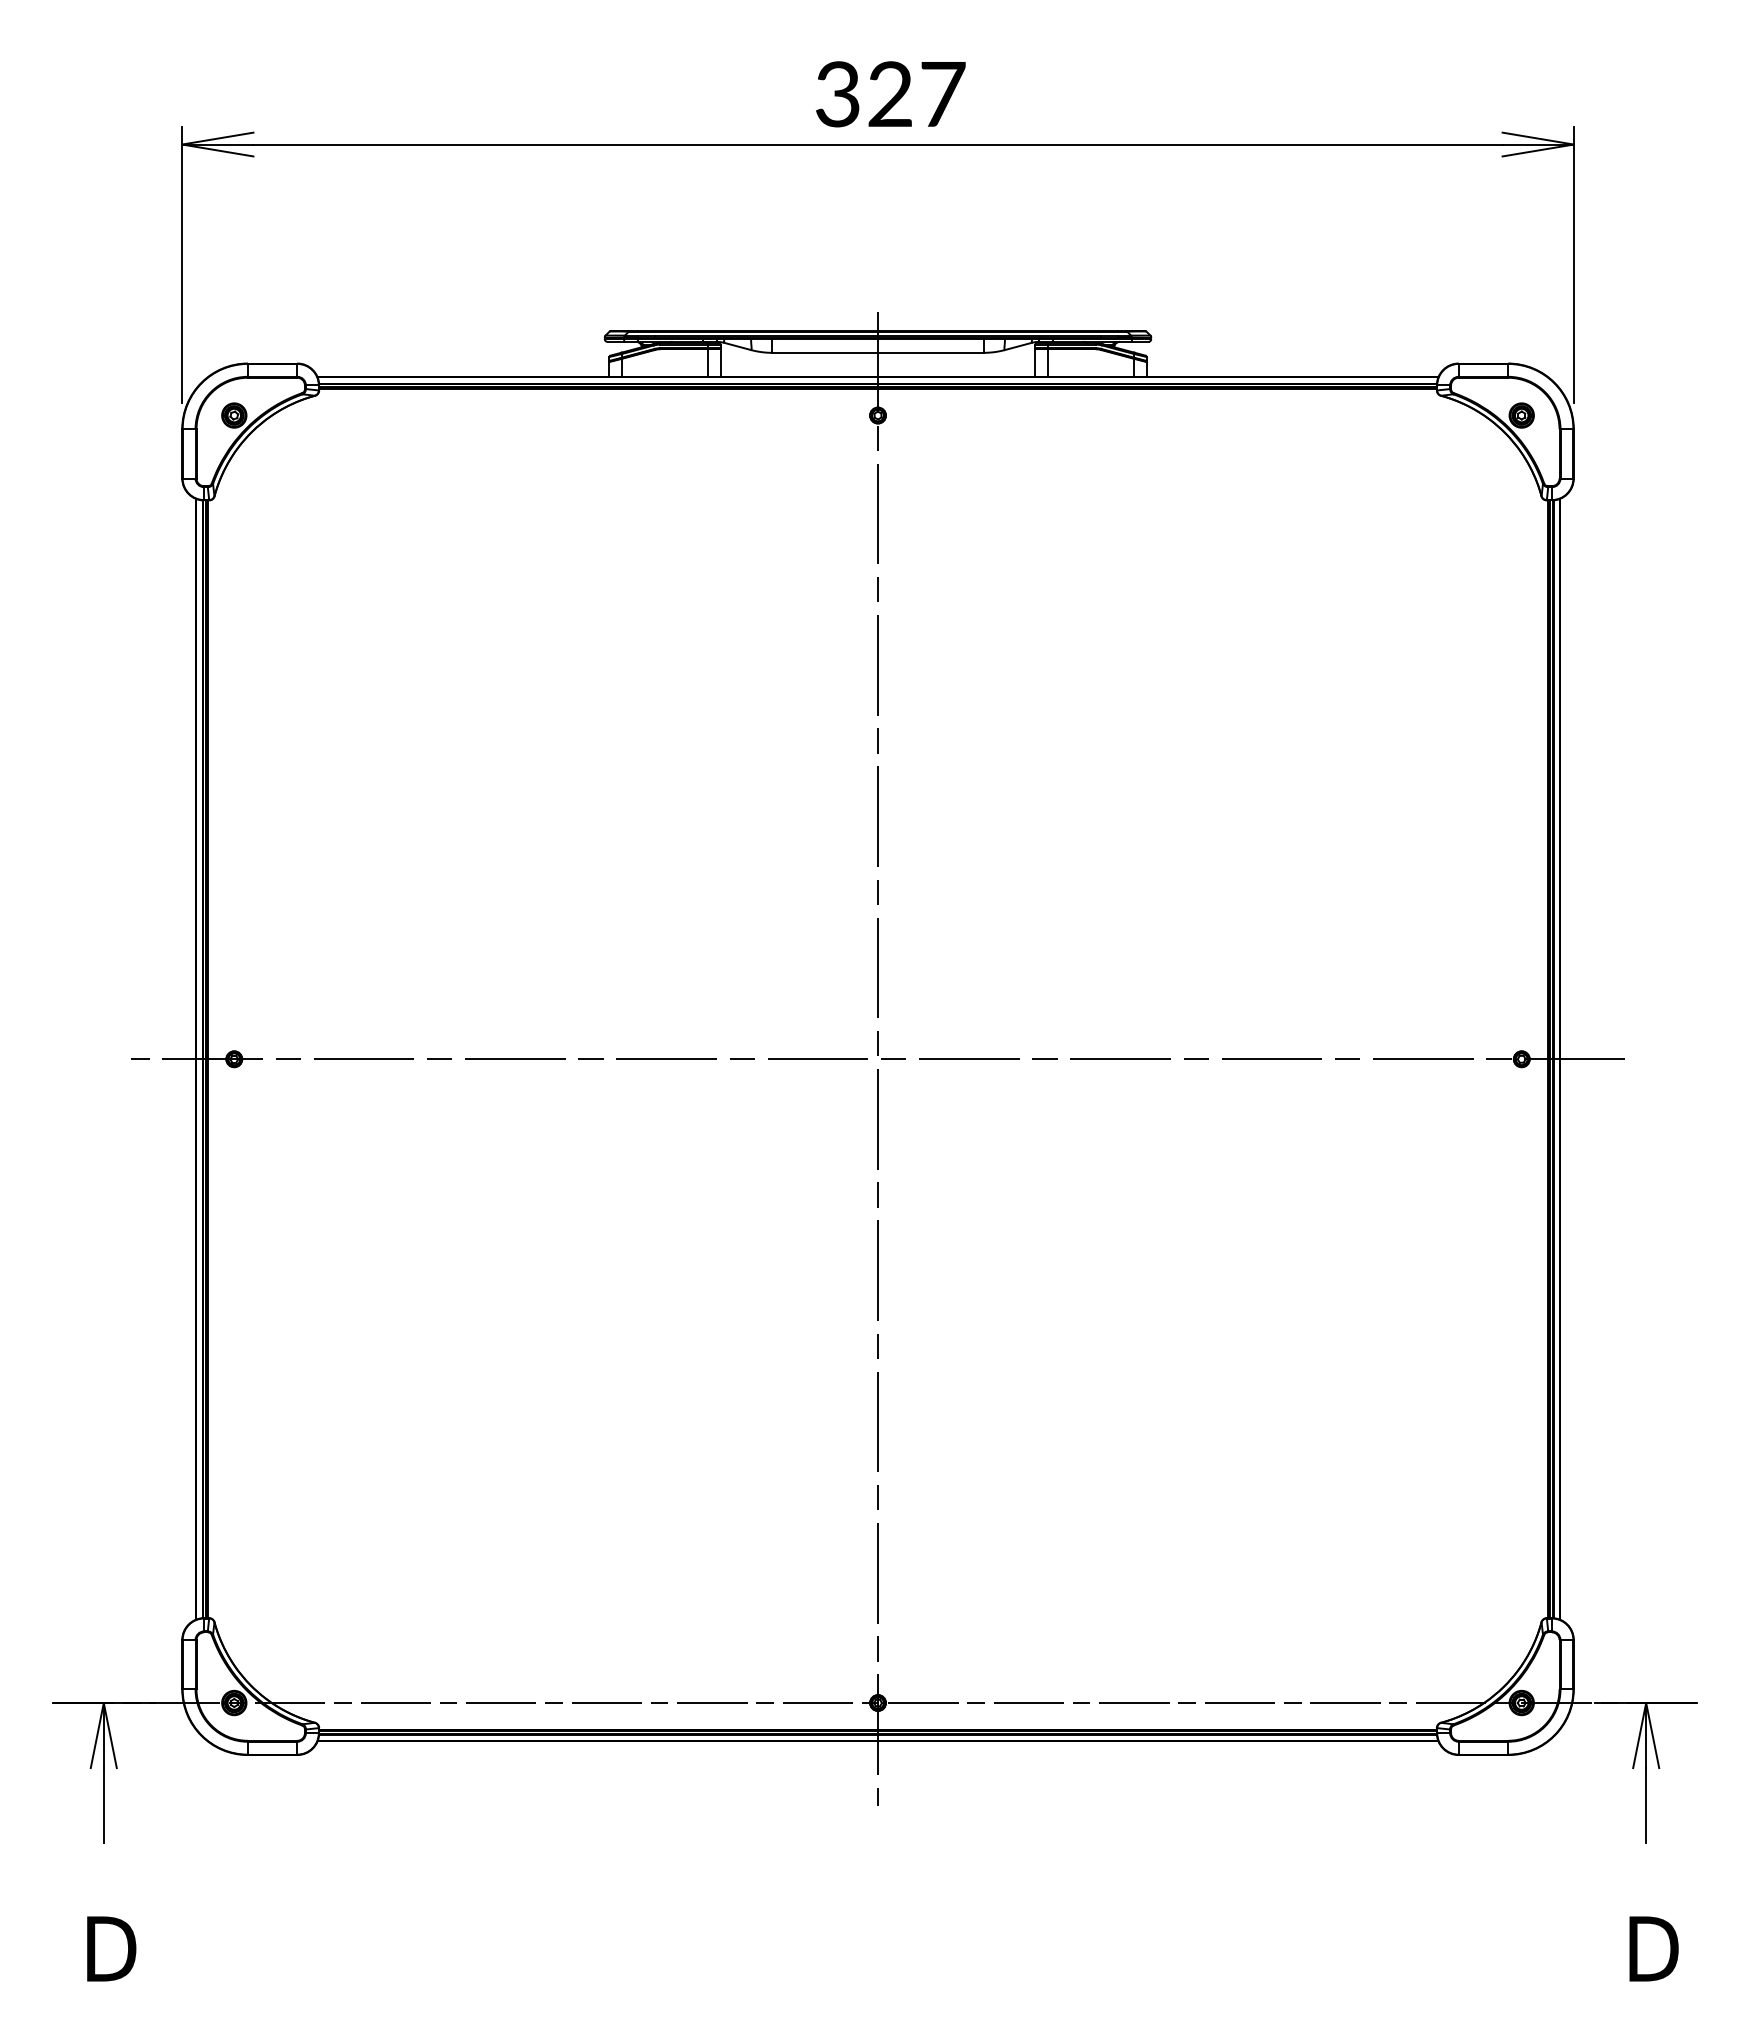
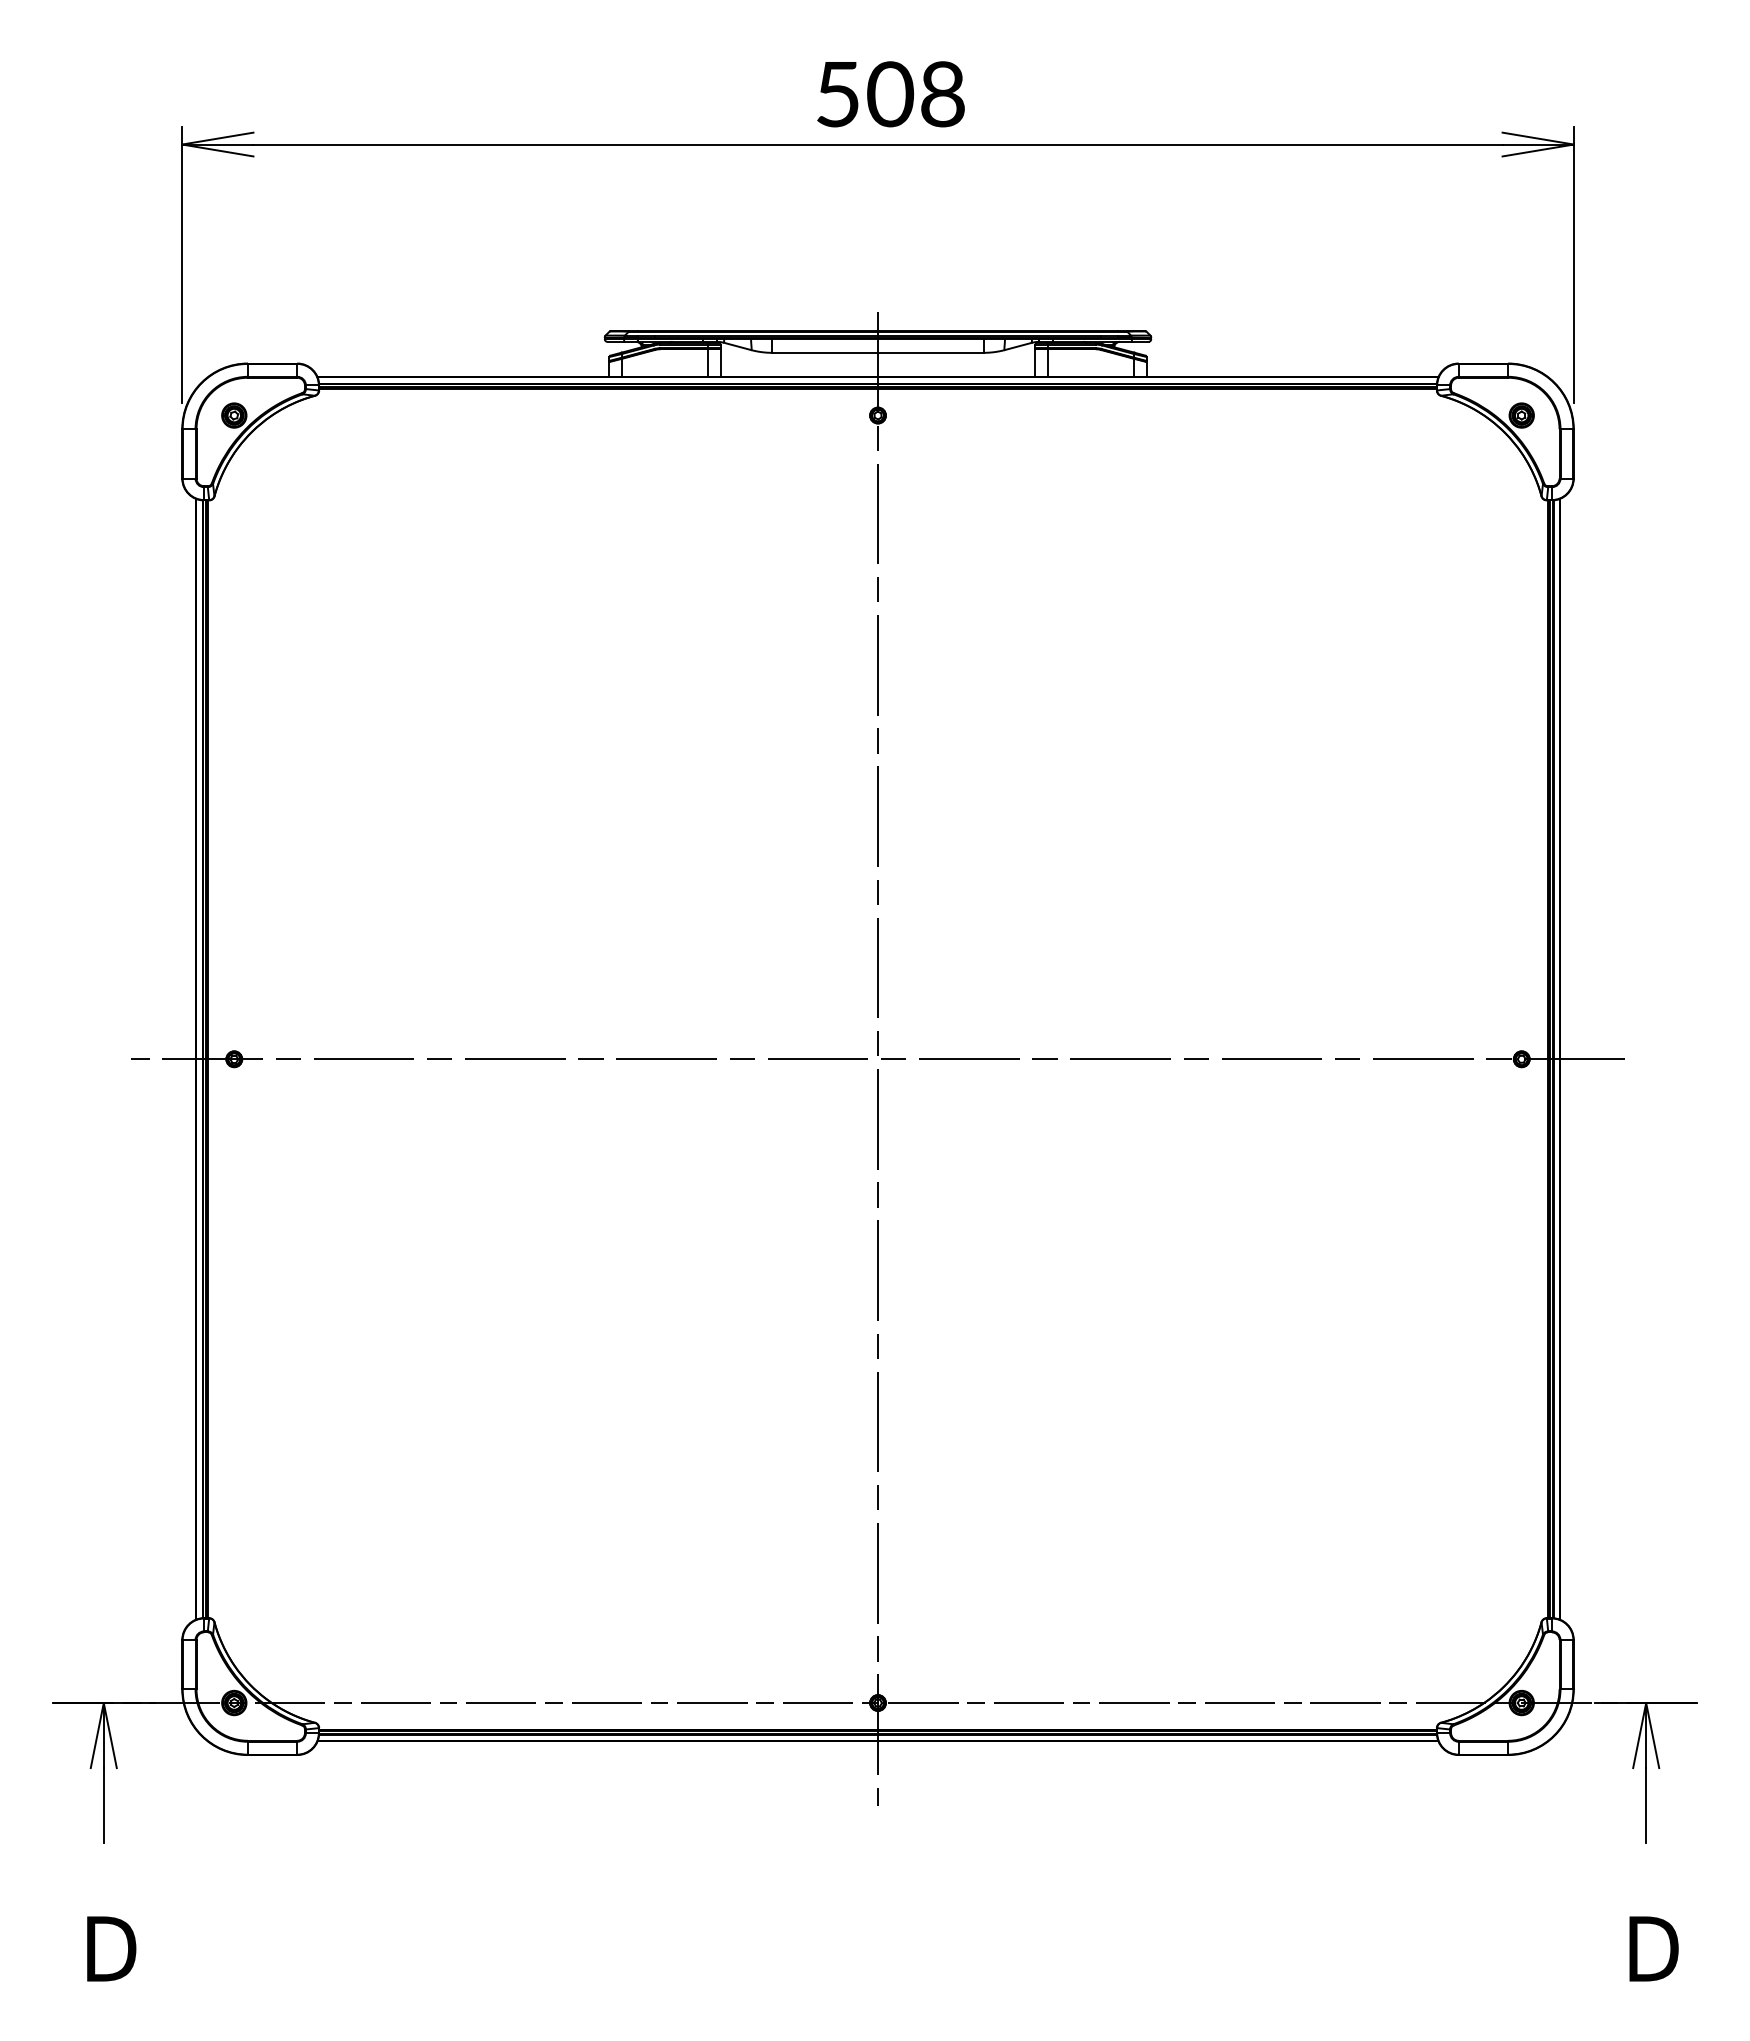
text at (890, 94): 327 -> 508
